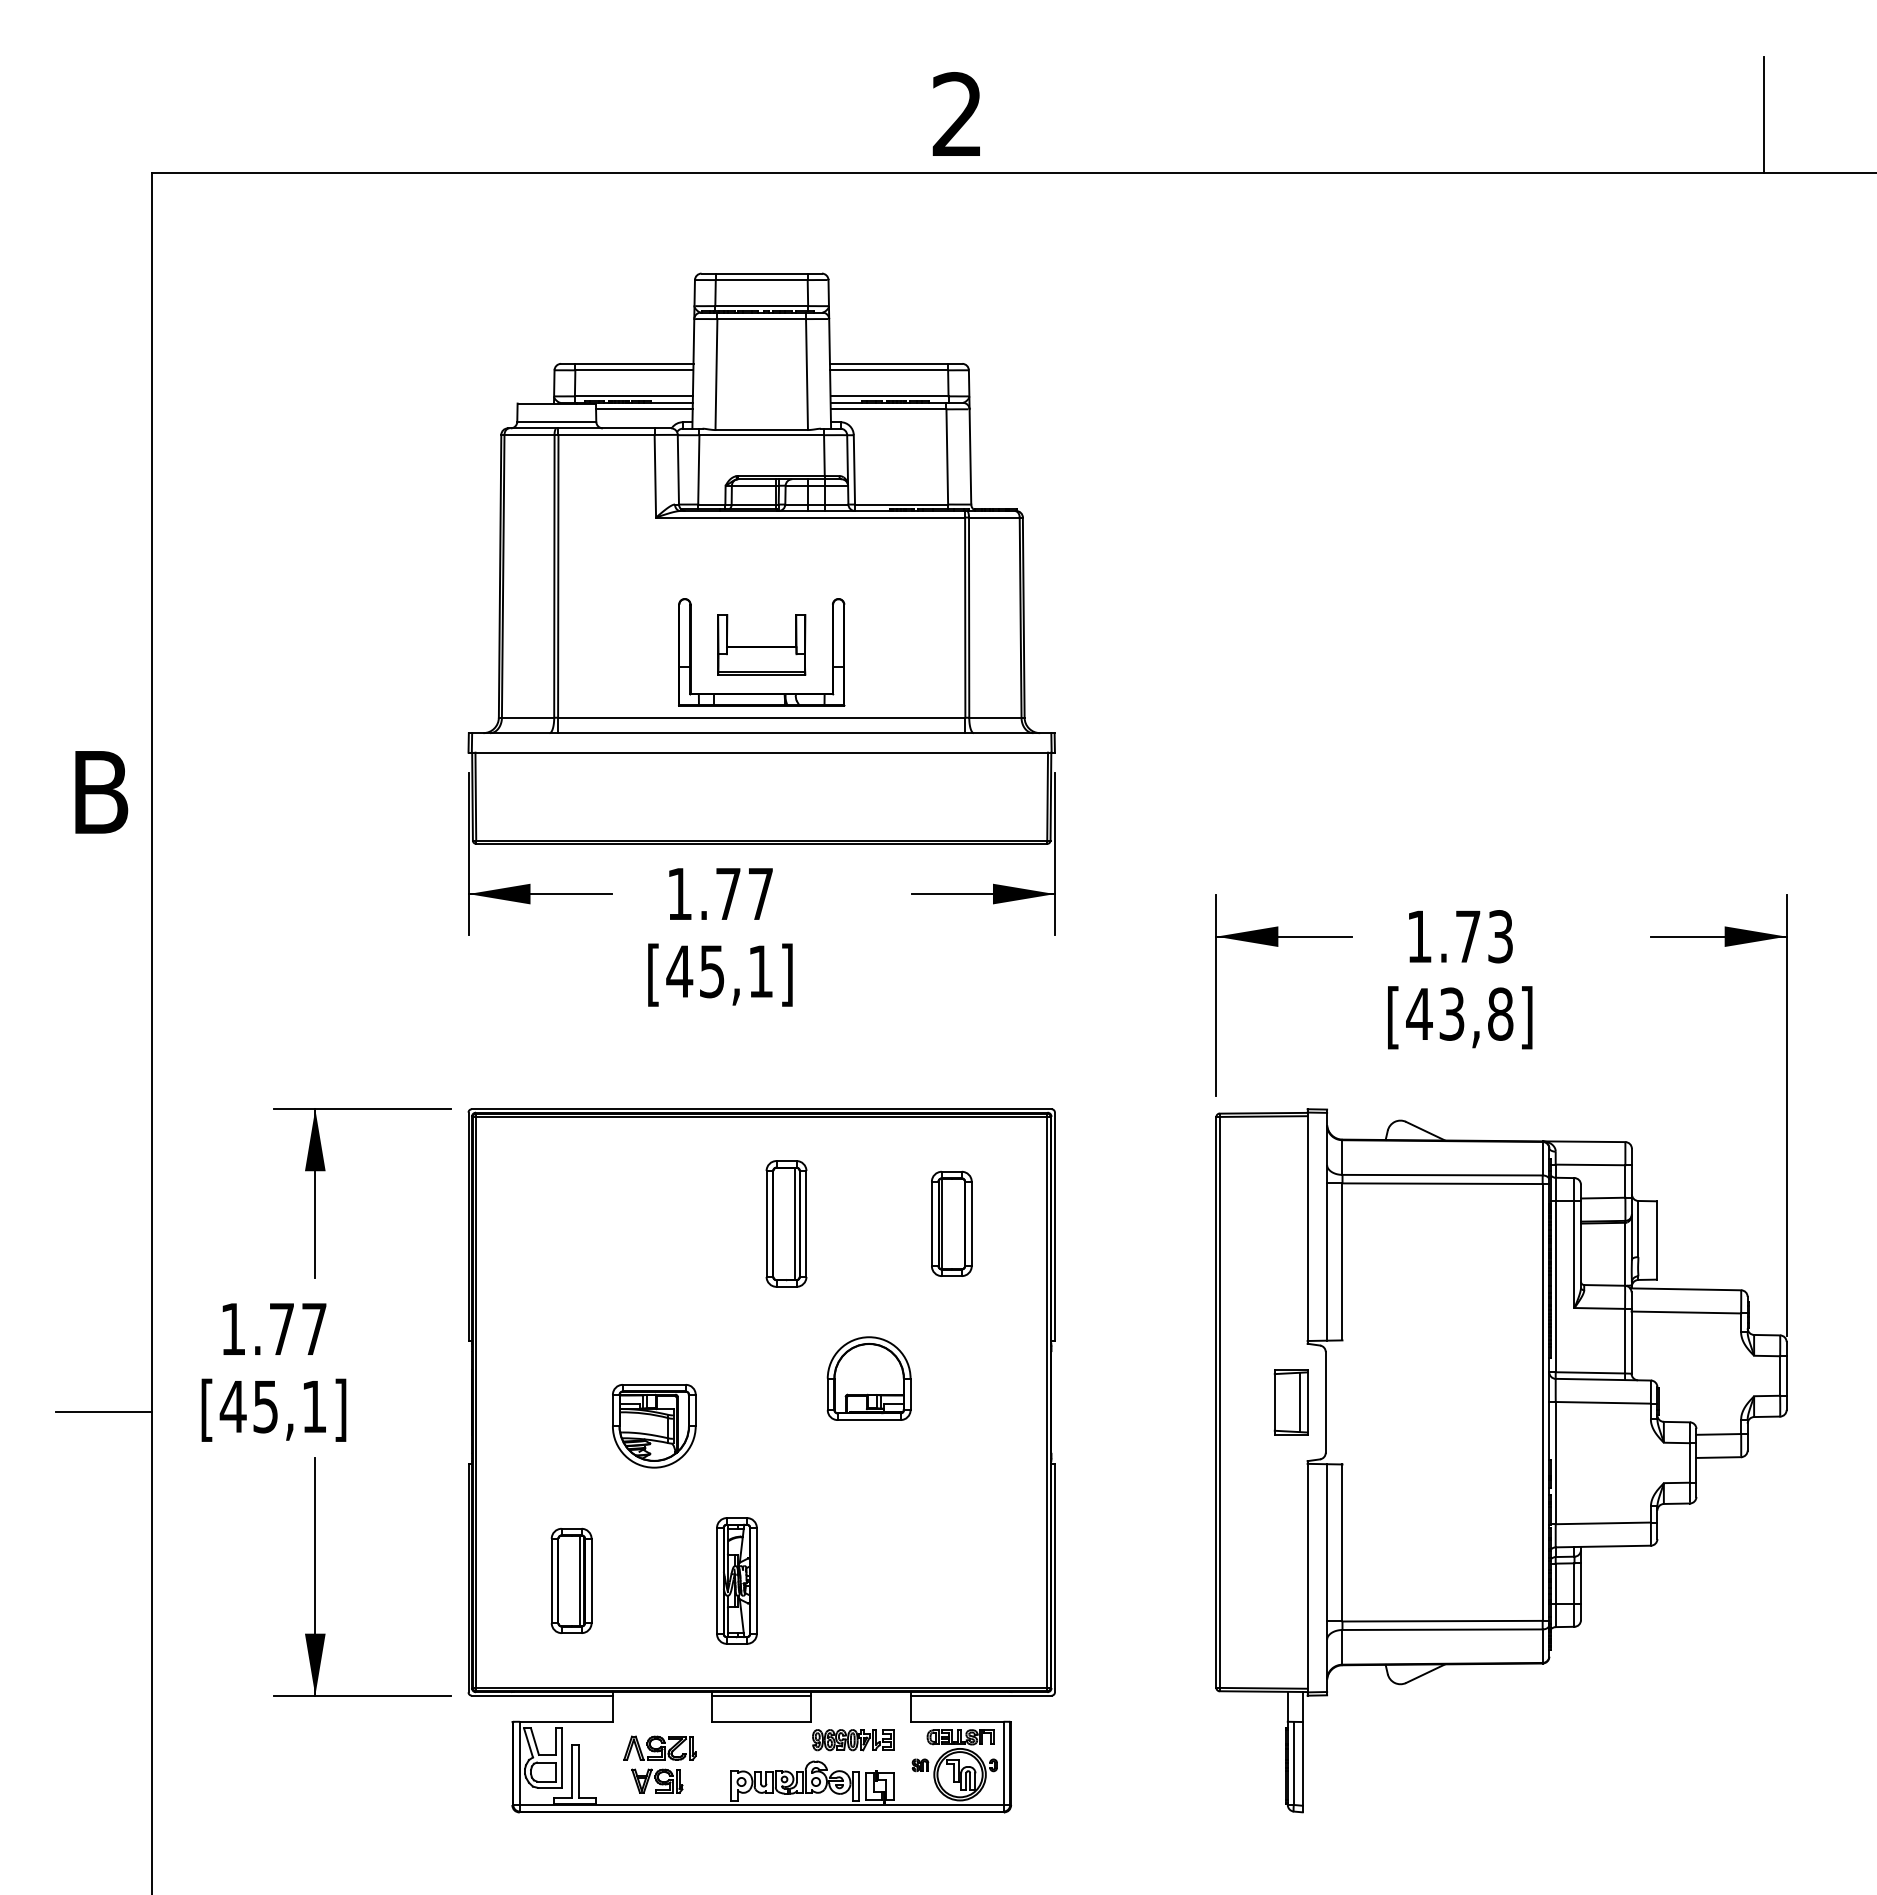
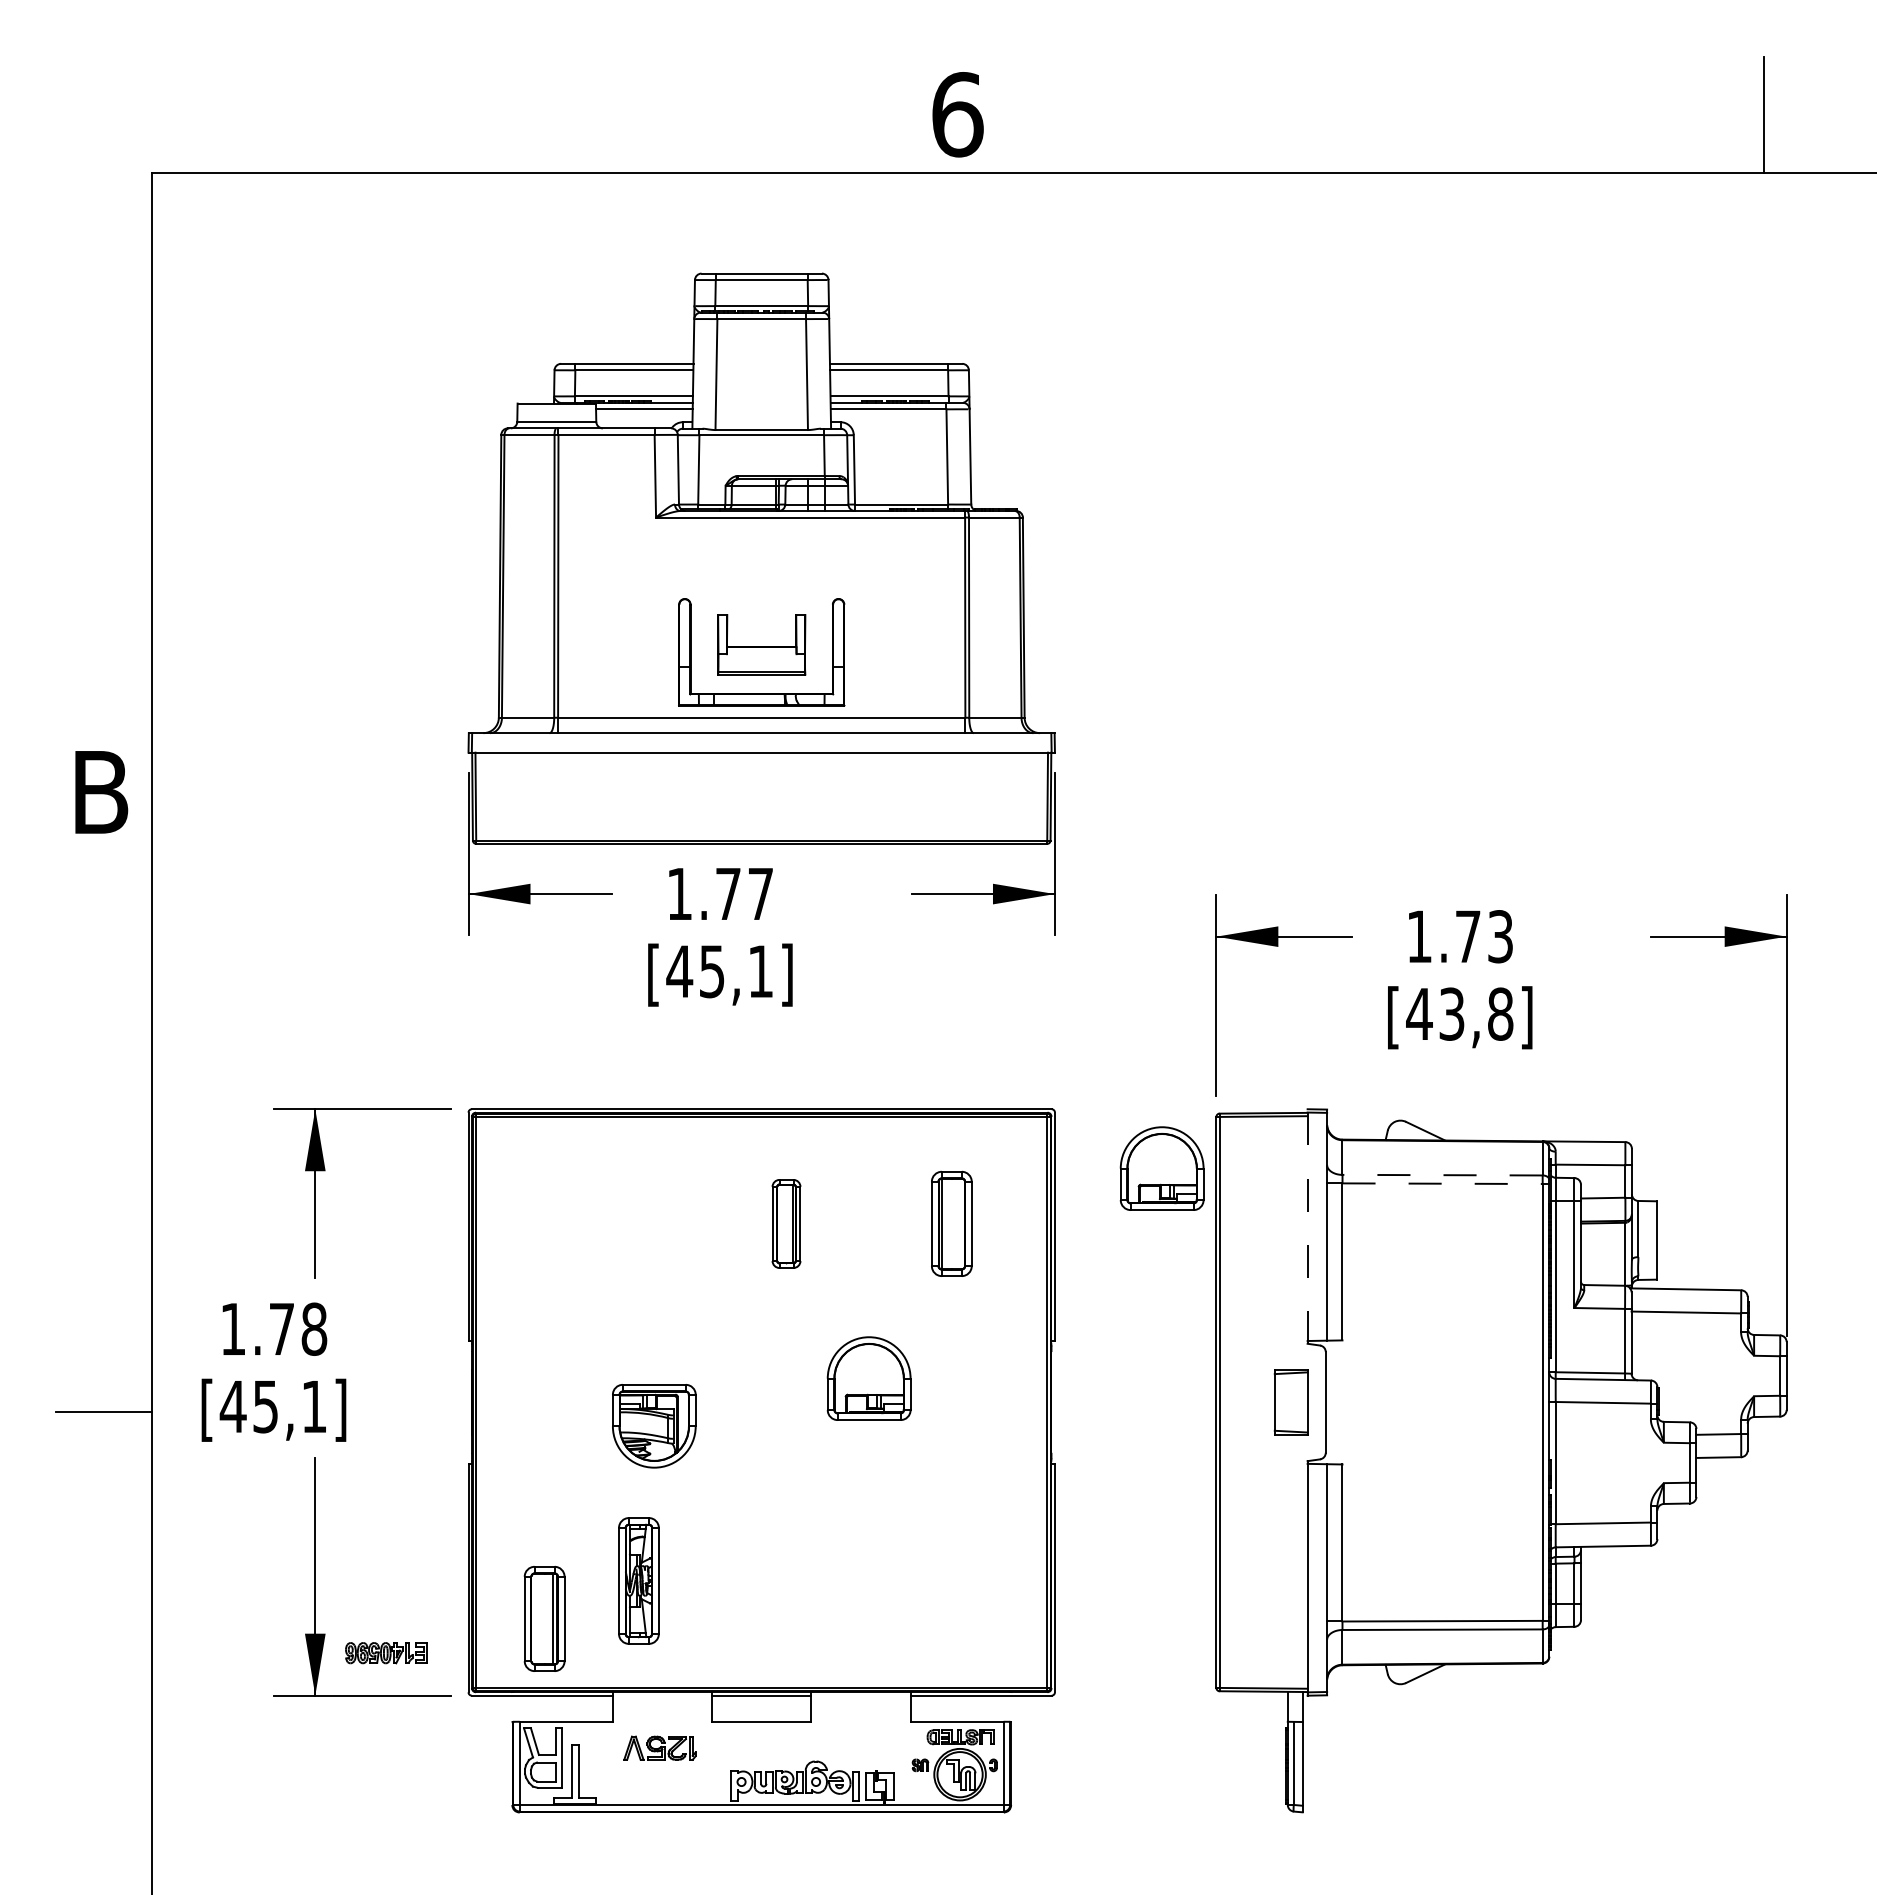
text at (957, 114): 2 -> 6
part at (1161, 1168): none -> present
line at (1442, 1175): solid -> dashed
line at (1443, 1183): solid -> dashed
part at (786, 1223) size: 43x128 px -> 31x90 px
line at (1307, 1226): solid -> dashed
text at (314, 1328): 1.77 -> 1.78
line at (1300, 1402): present -> none
part at (571, 1580) position: (571, 1580) -> (544, 1618)
part at (736, 1580) position: (736, 1580) -> (638, 1580)
part at (853, 1740) position: (853, 1740) -> (386, 1653)
part at (657, 1780): present -> none
